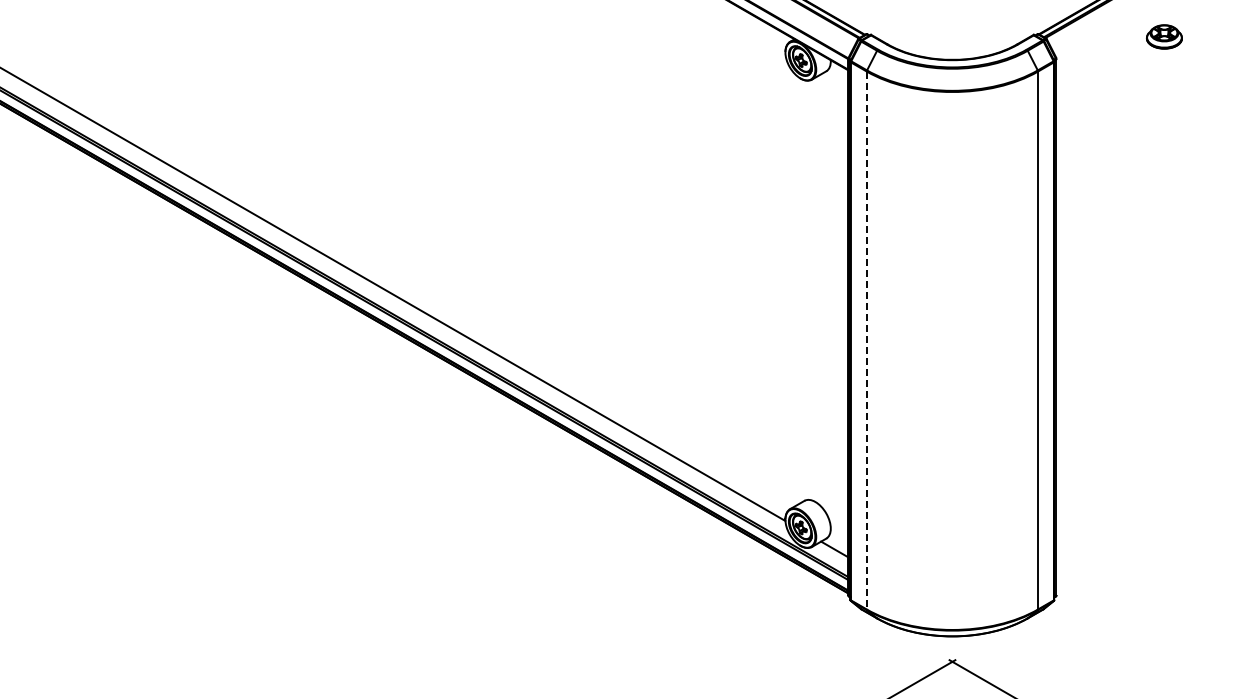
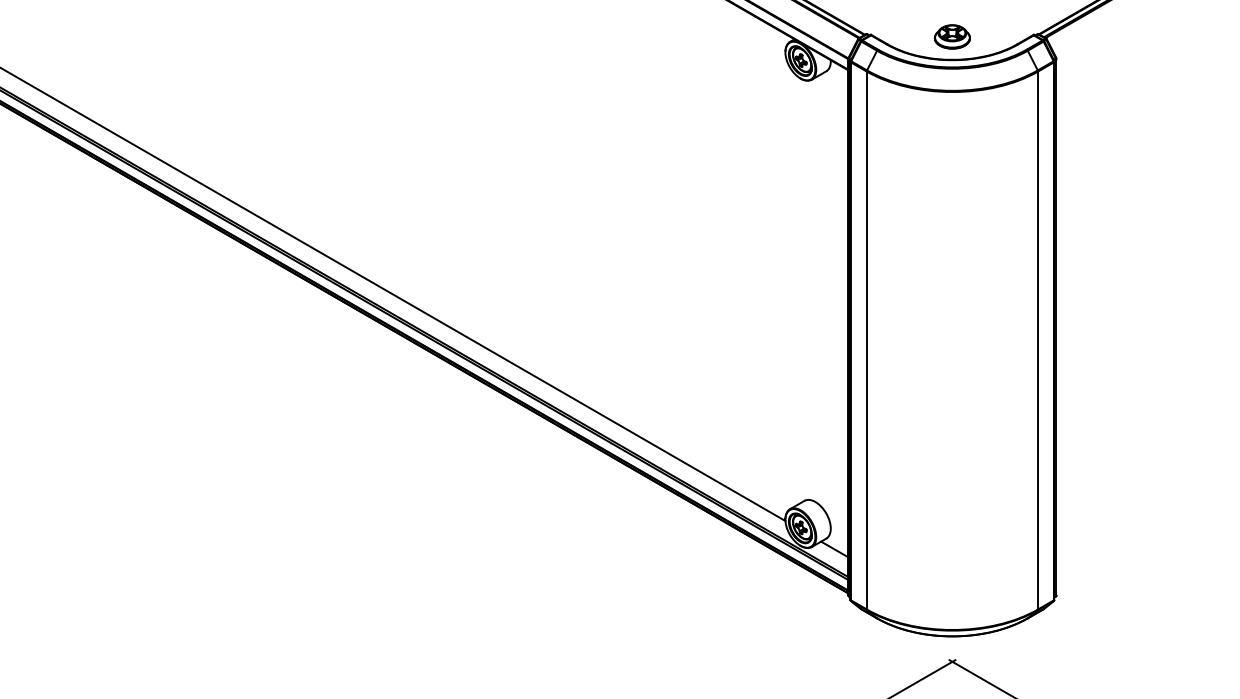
part at (1164, 36) position: (1164, 36) -> (952, 36)
line at (866, 340): dashed -> solid
